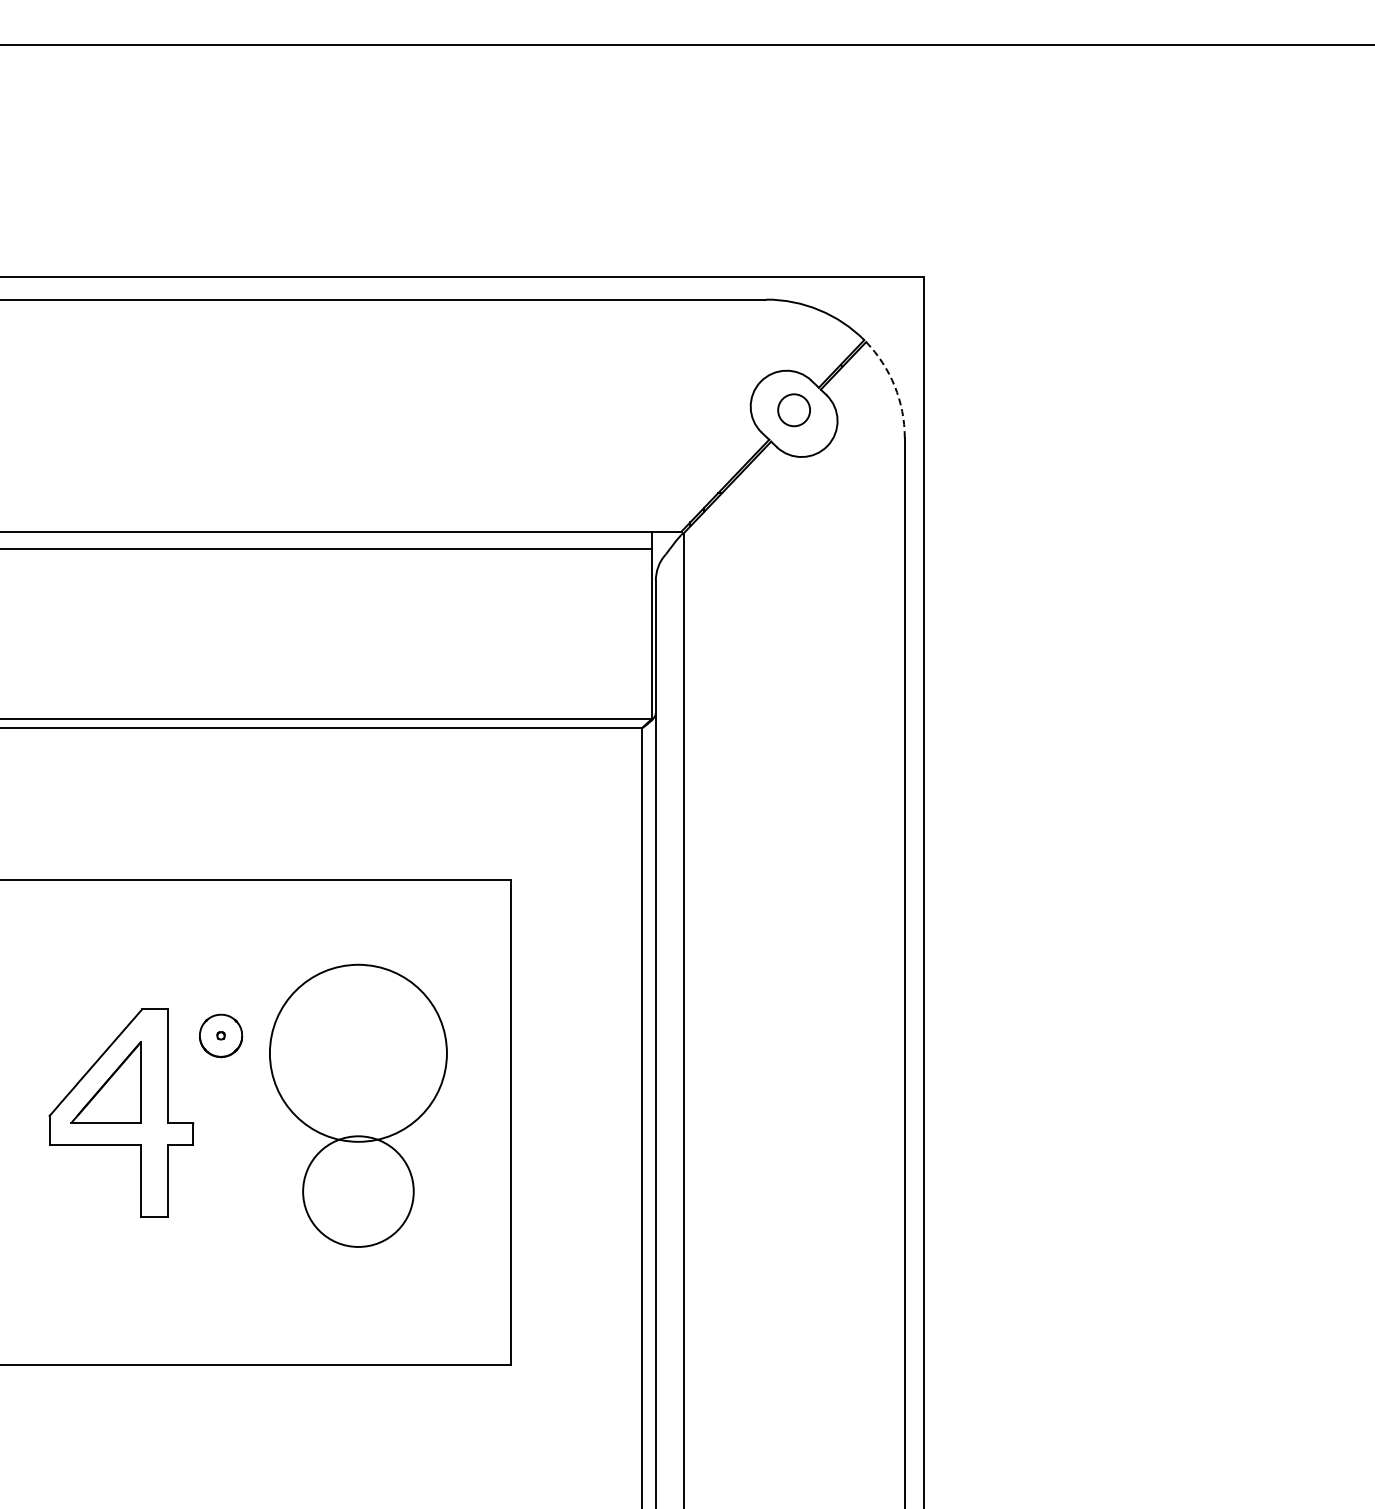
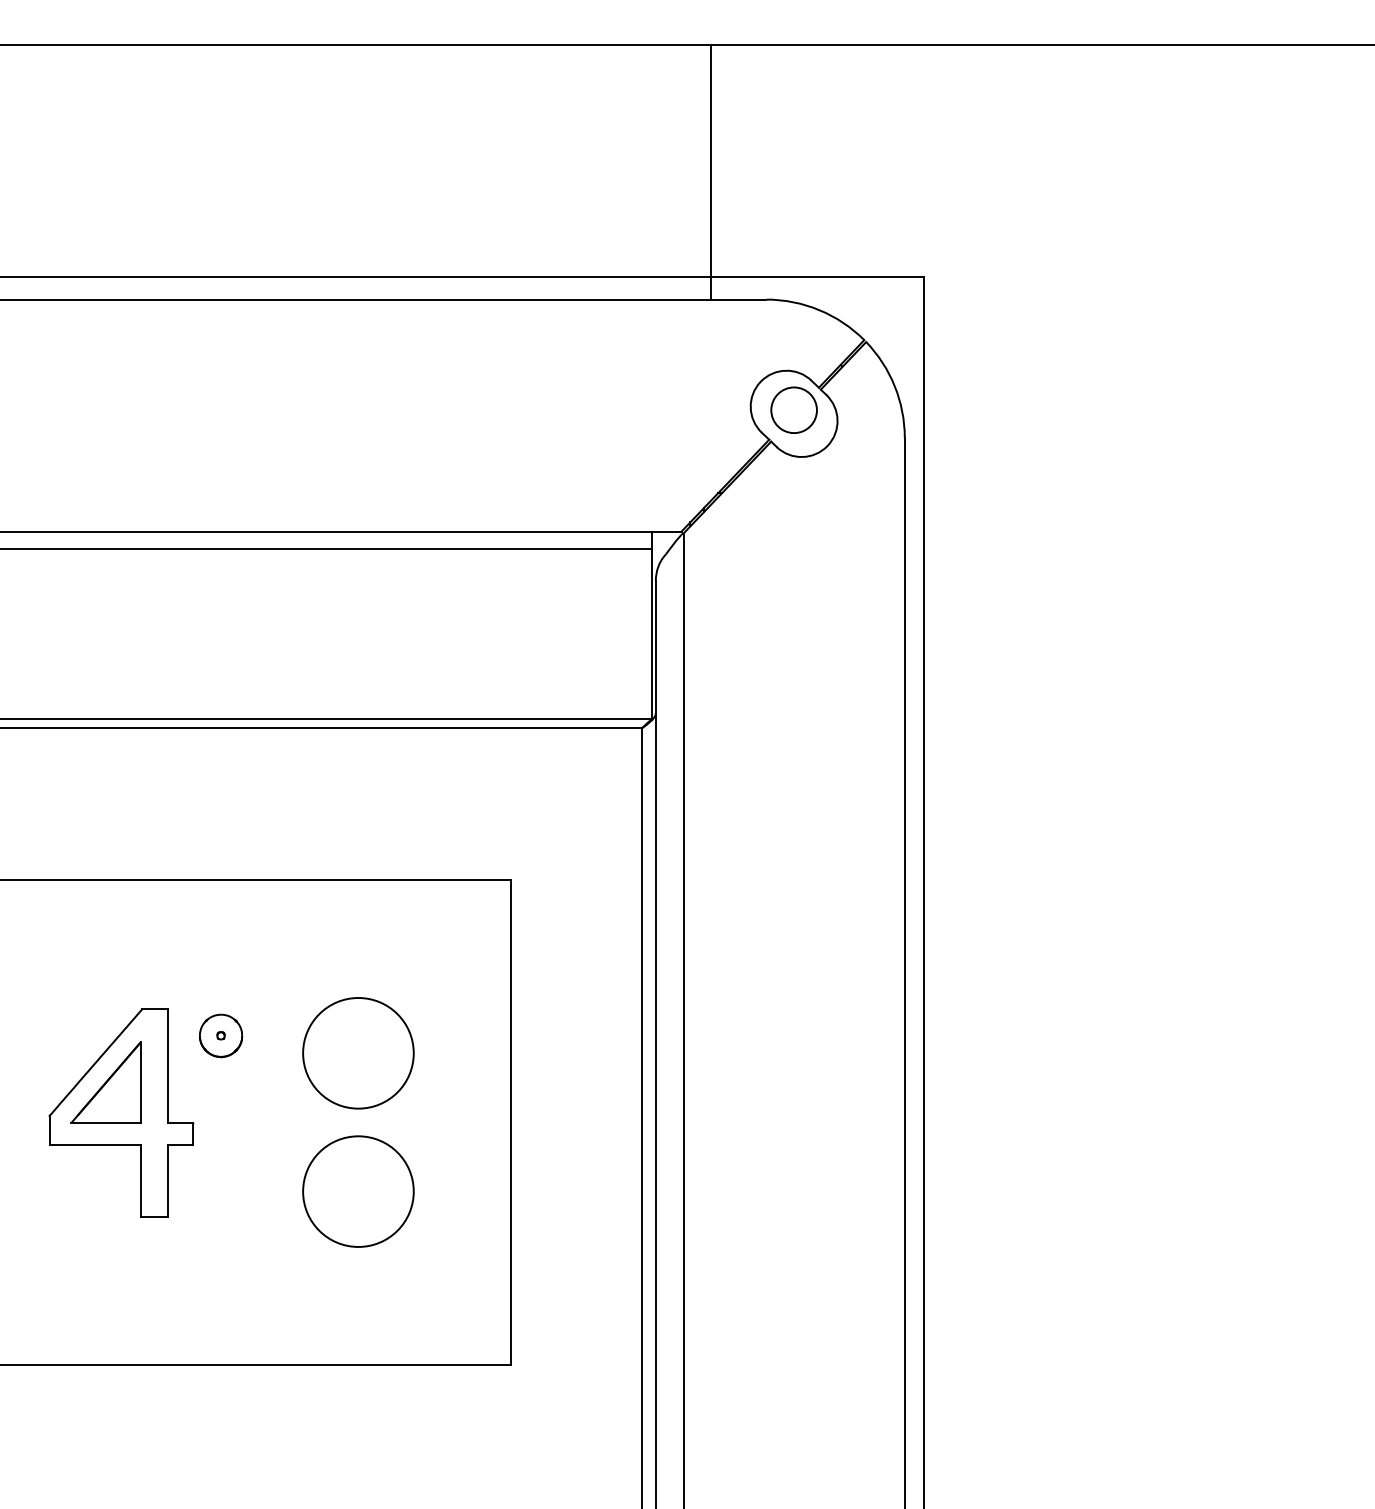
line at (711, 172): none -> present
arc at (894, 386): dashed -> solid
circle at (794, 410) diameter: 32 px -> 46 px
circle at (357, 1052) diameter: 177 px -> 111 px
